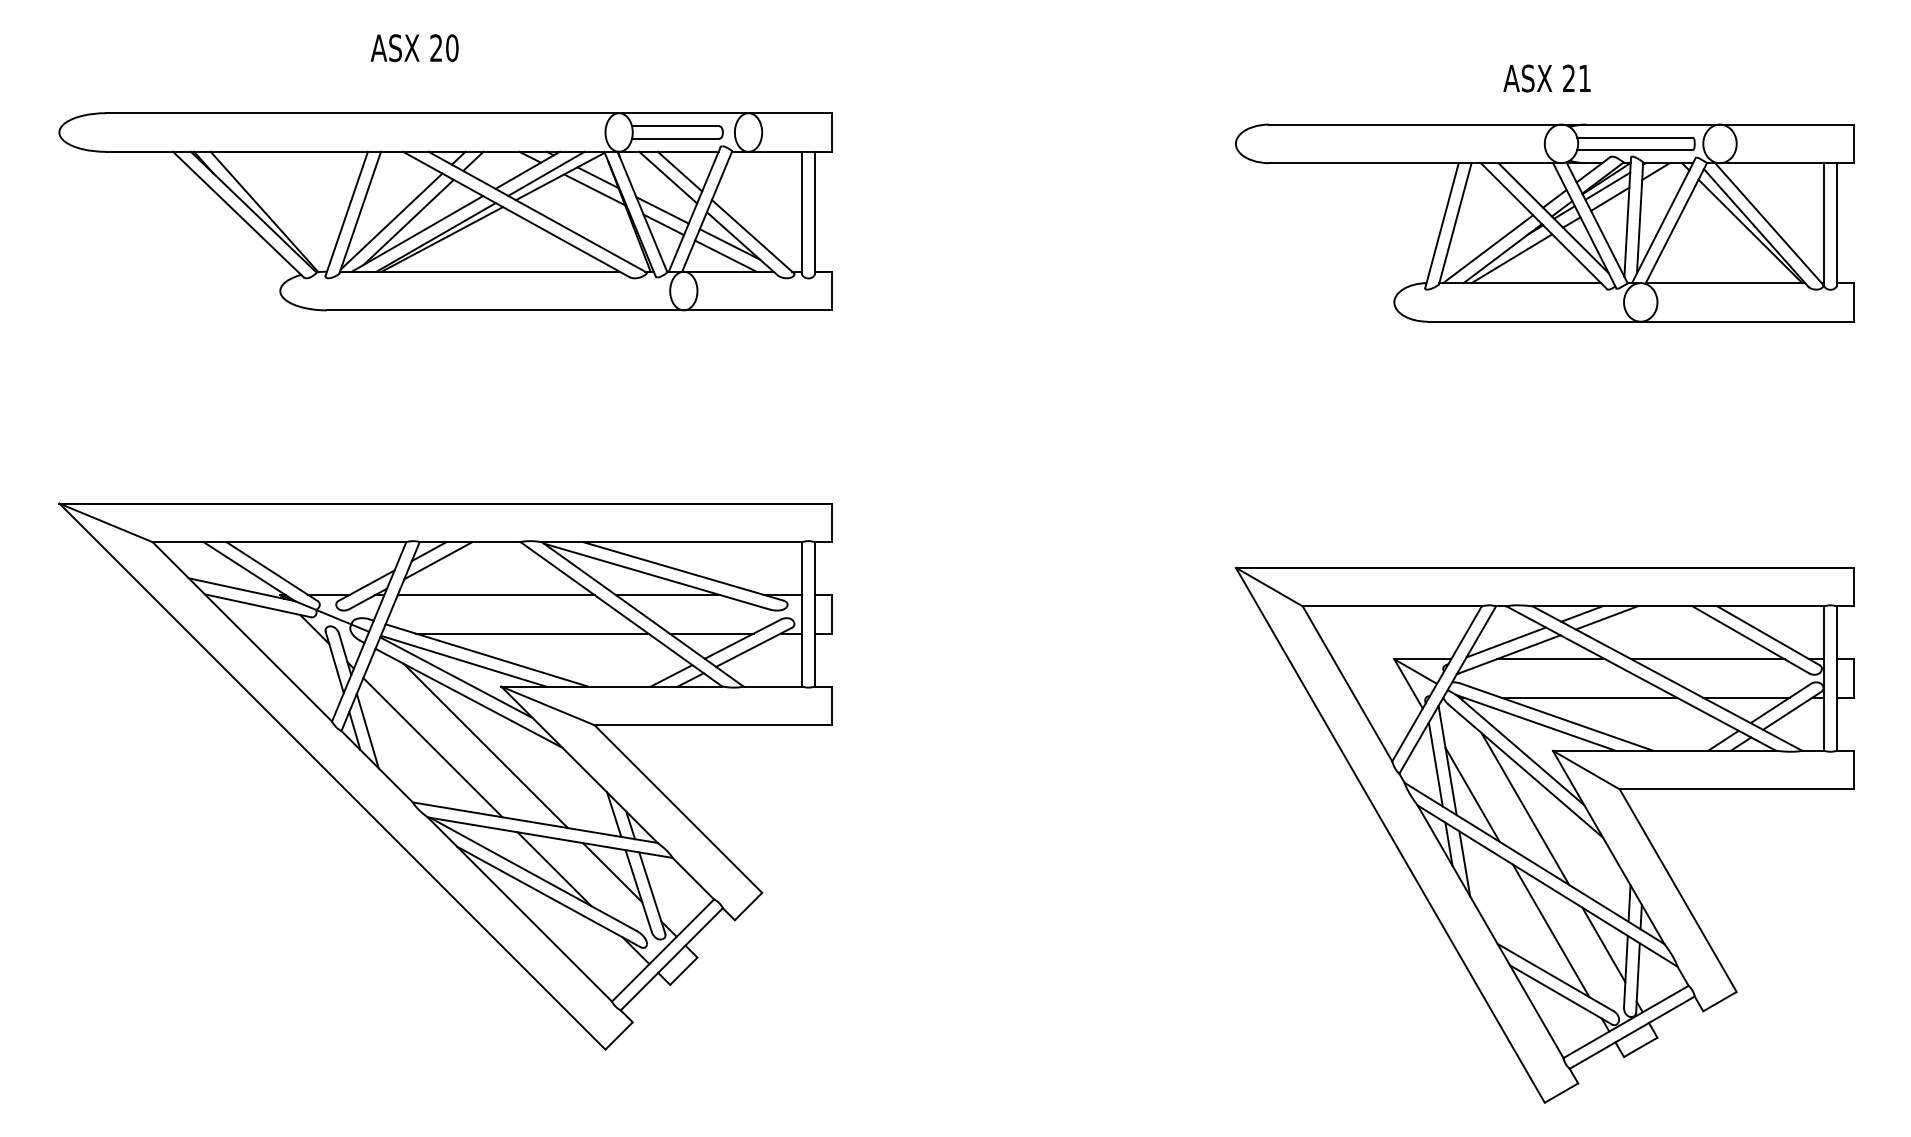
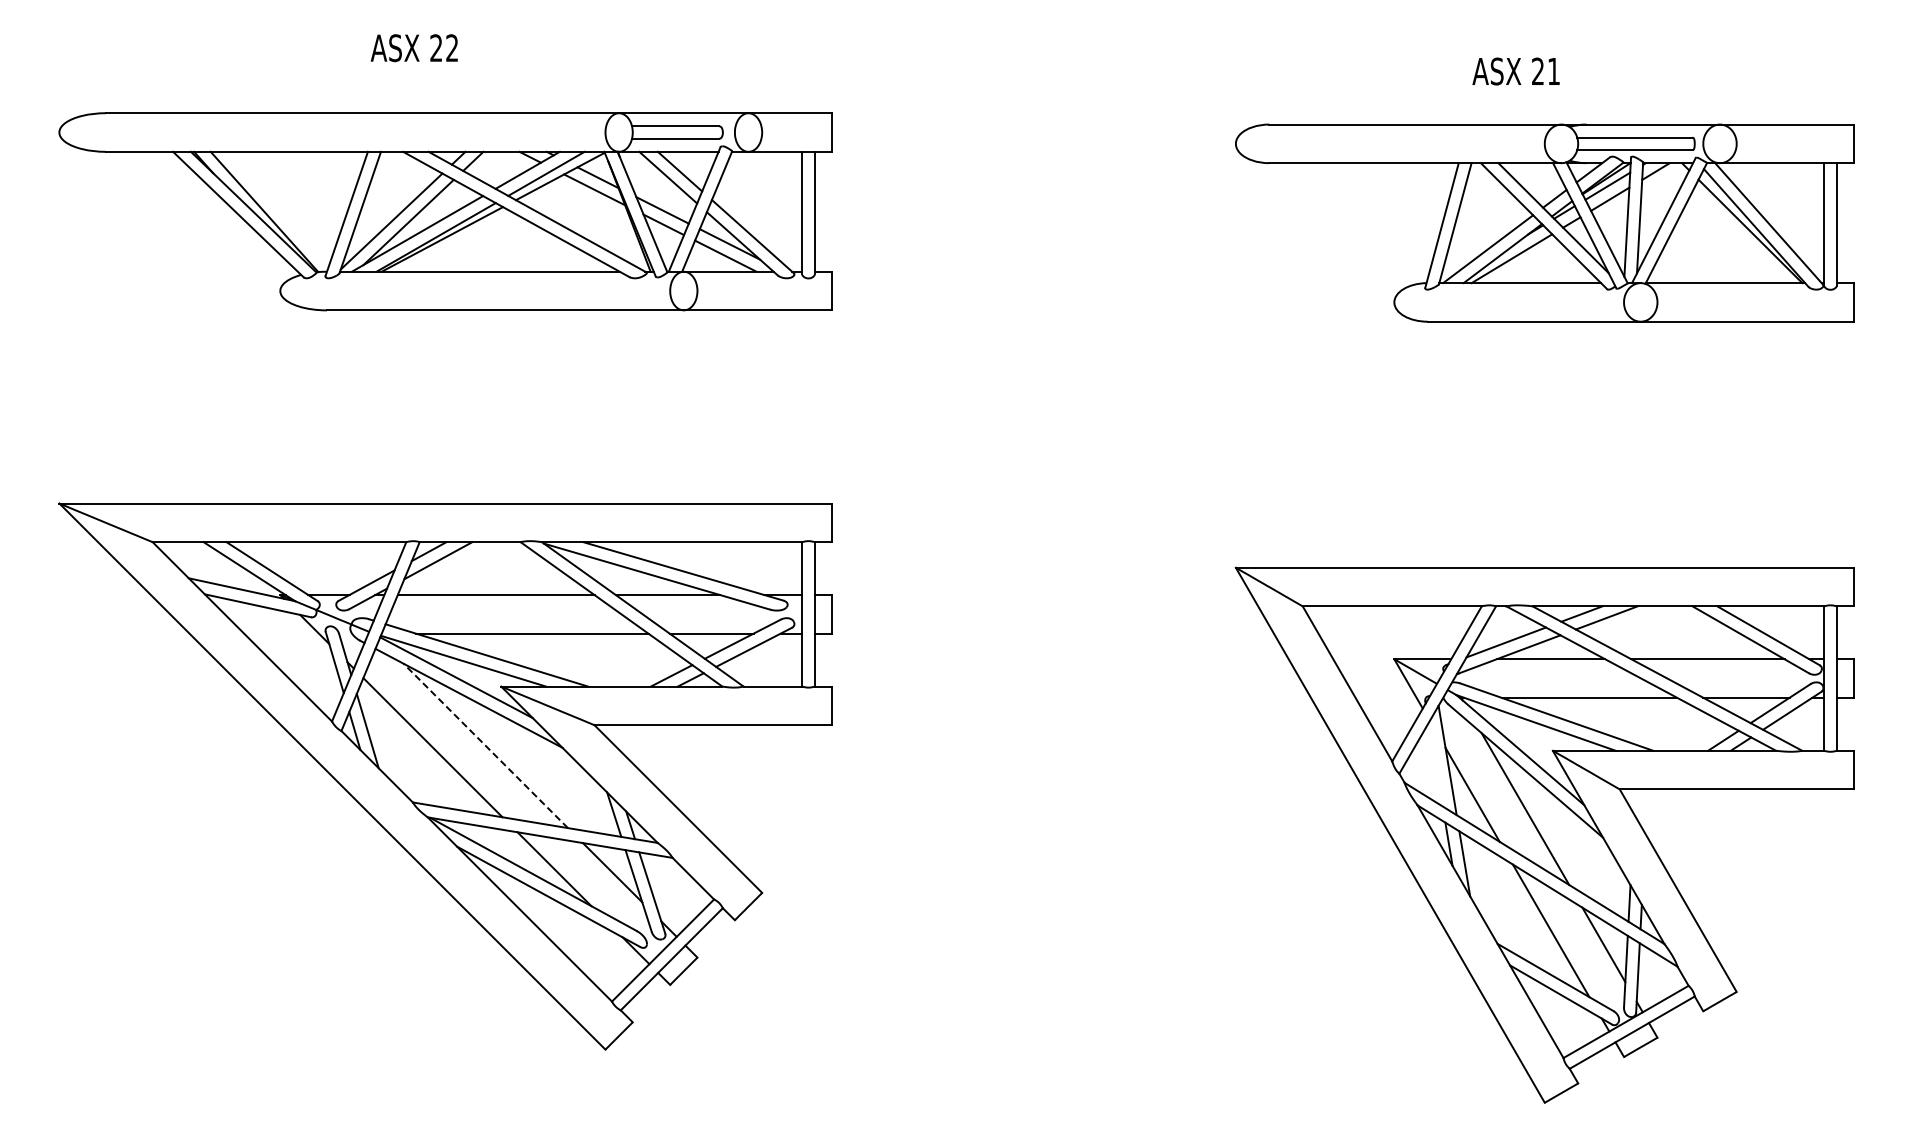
text at (452, 48): 20 -> 22
text at (1546, 78) position: (1546, 78) -> (1515, 71)
line at (485, 745): solid -> dashed
line at (1435, 764): present -> none
